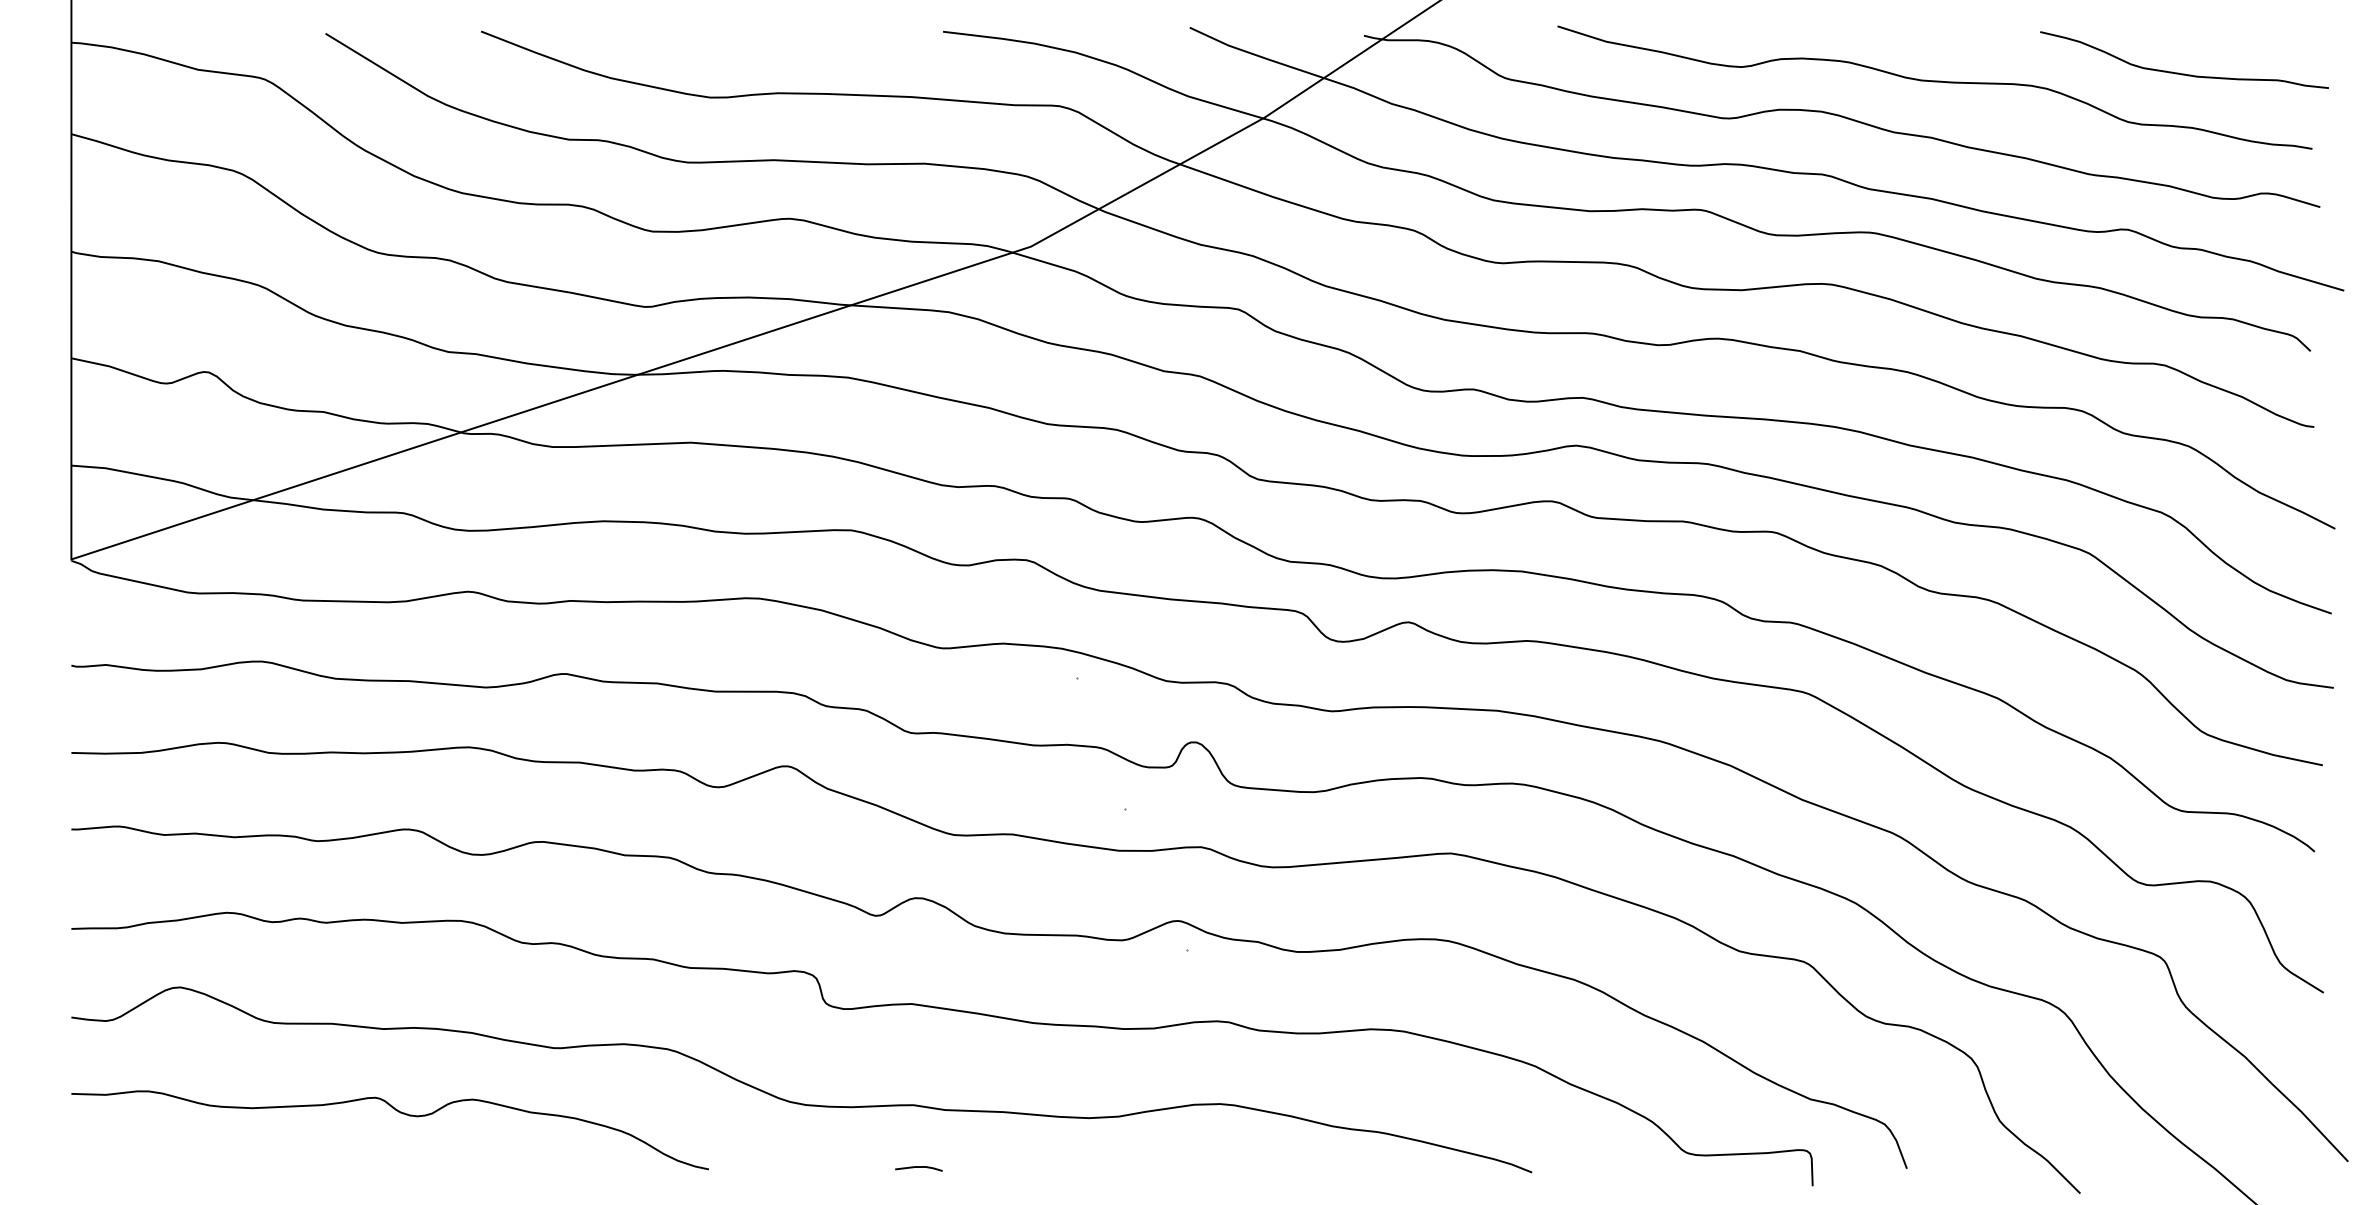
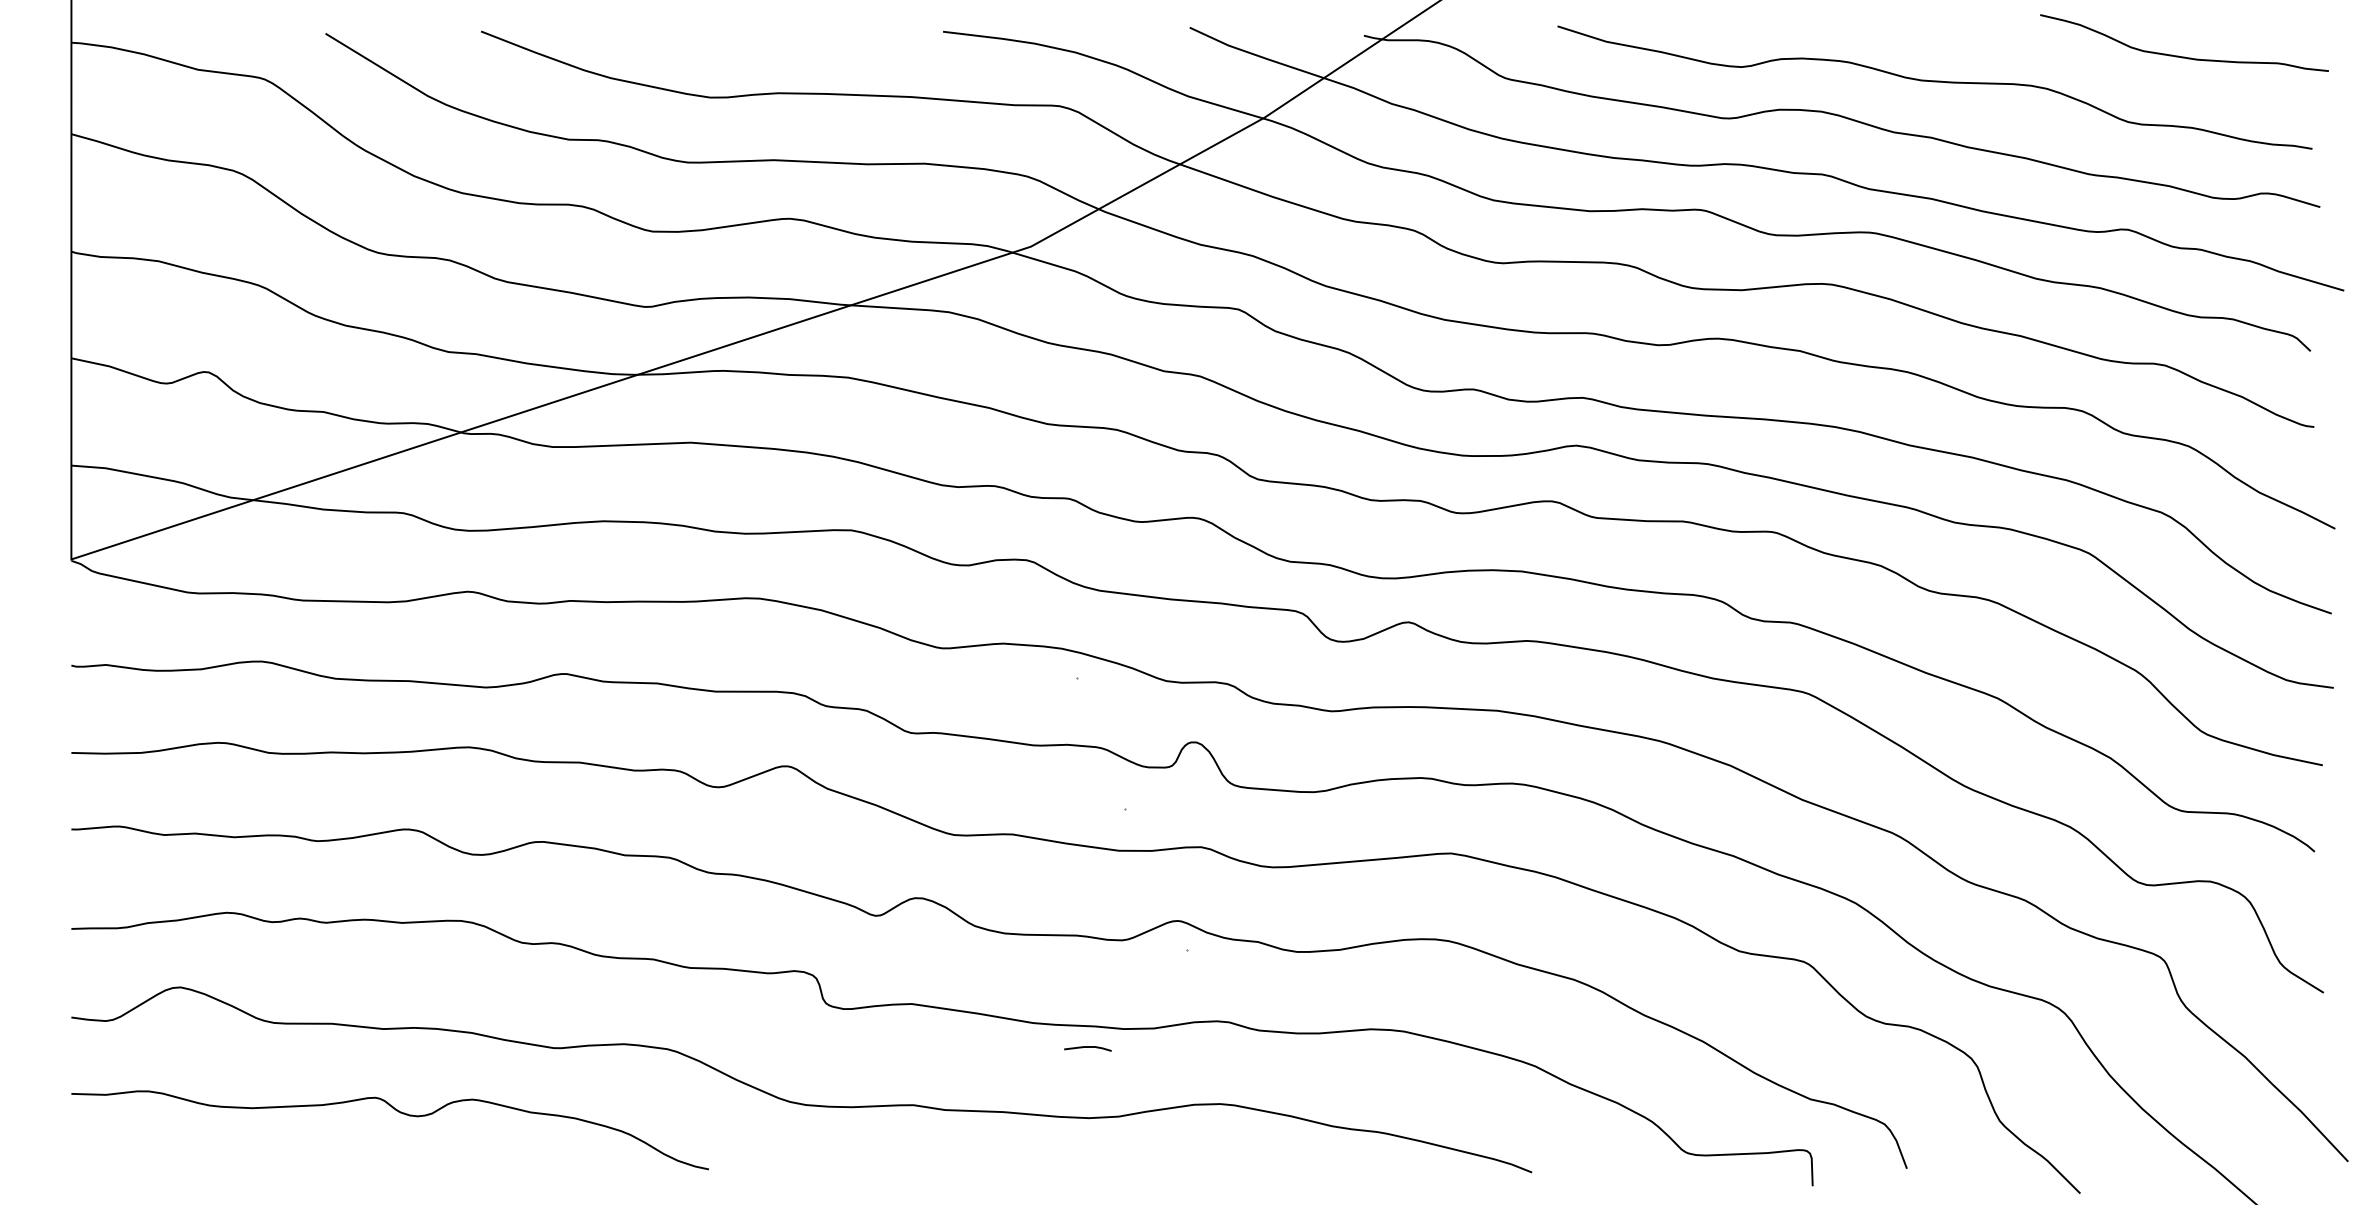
curve at (2184, 73) position: (2184, 73) -> (2184, 56)
line at (918, 1167) position: (918, 1167) -> (1087, 1047)
